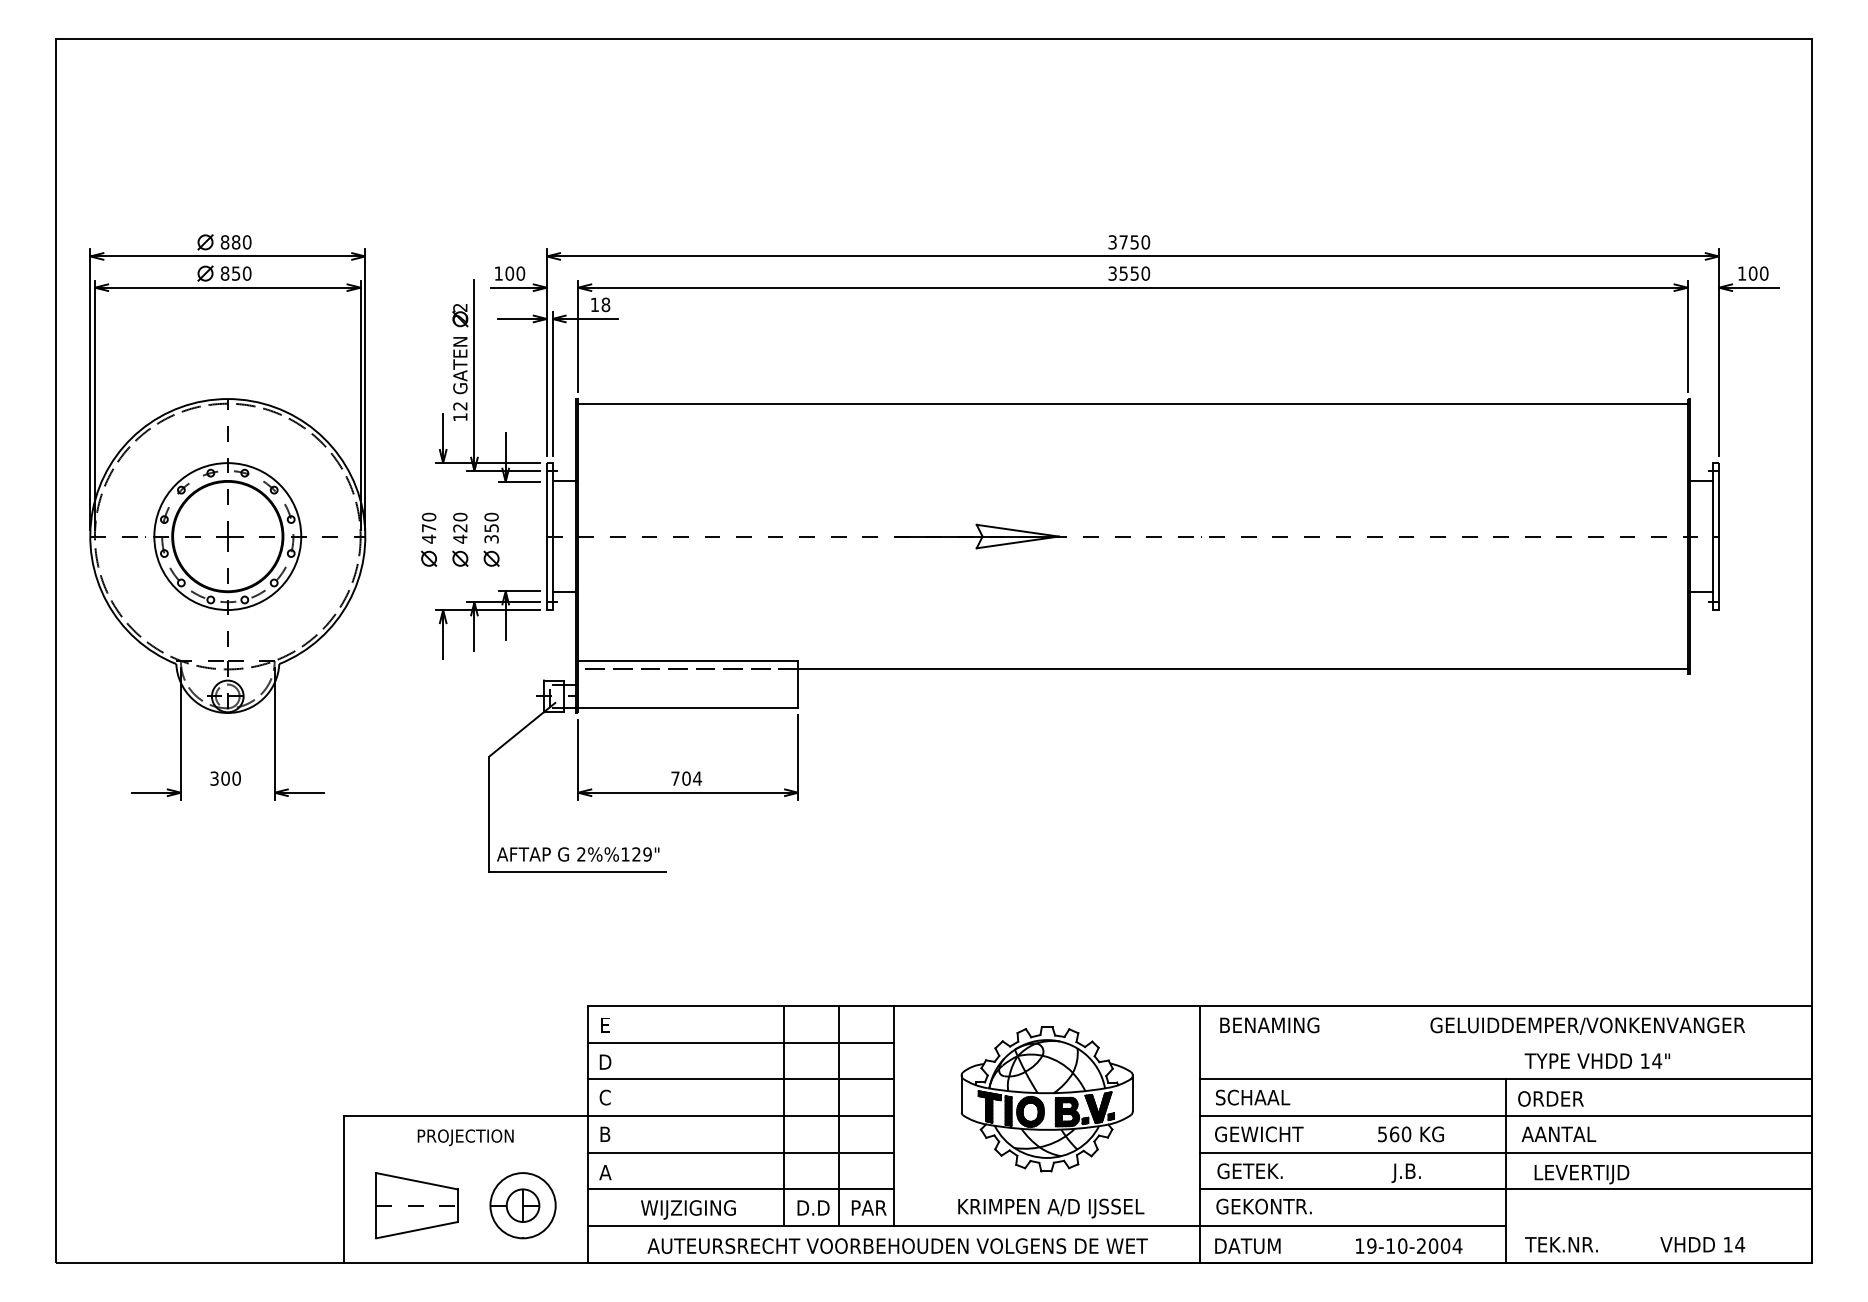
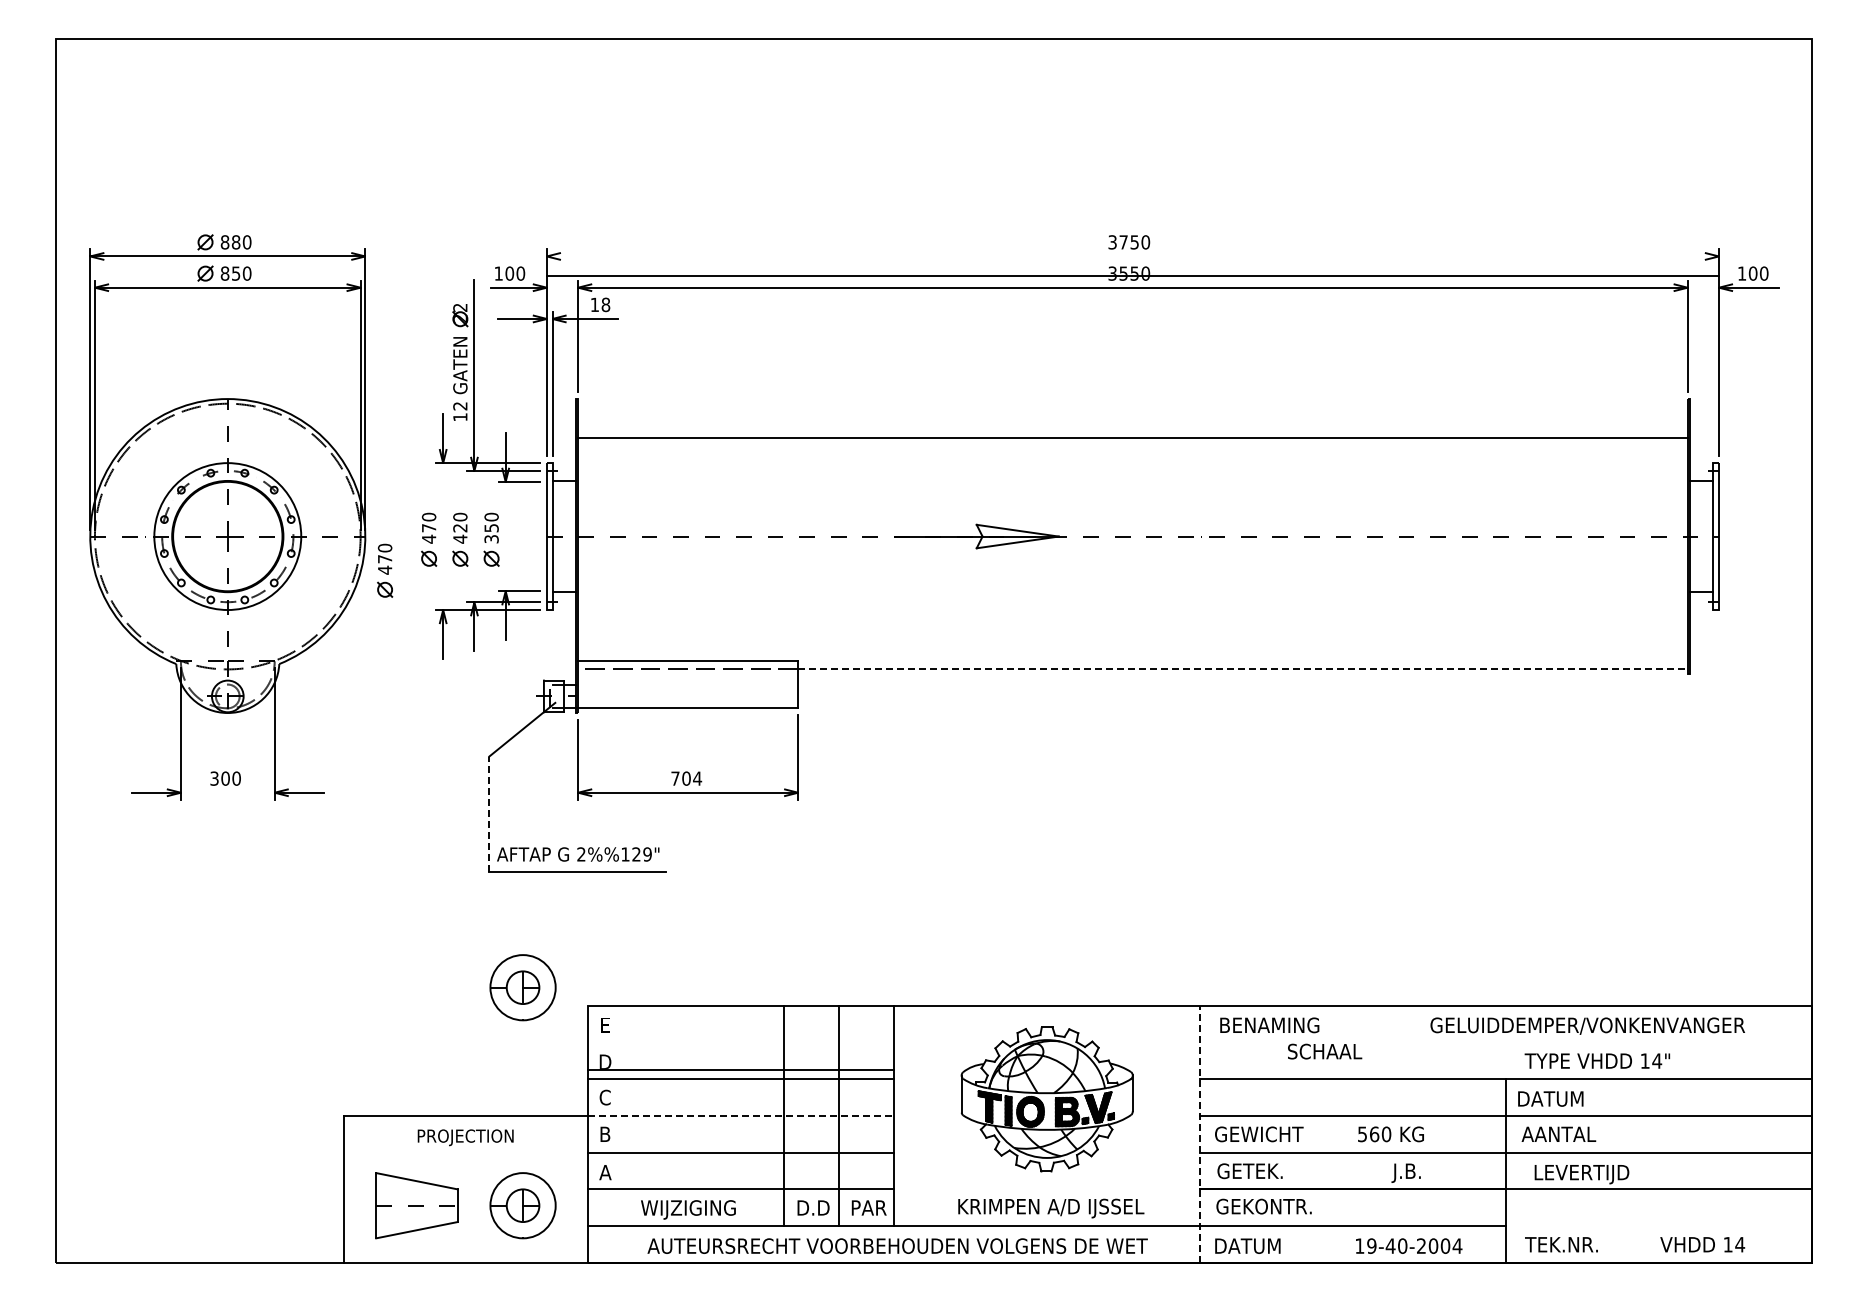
line at (1132, 256) position: (1132, 256) -> (1132, 276)
line at (1132, 403) position: (1132, 403) -> (1132, 437)
part at (385, 570): none -> present
line at (1242, 669): solid -> dashed
line at (489, 814): solid -> dashed
part at (522, 987): none -> present
line at (741, 1042) position: (741, 1042) -> (741, 1069)
text at (1253, 1097) position: (1253, 1097) -> (1325, 1051)
text at (1550, 1098): ORDER -> DATUM
line at (741, 1115): solid -> dashed
line at (1200, 1133): solid -> dashed
text at (1410, 1134) position: (1410, 1134) -> (1390, 1134)
text at (1390, 1245): 19-10-2004 -> 19-40-2004
